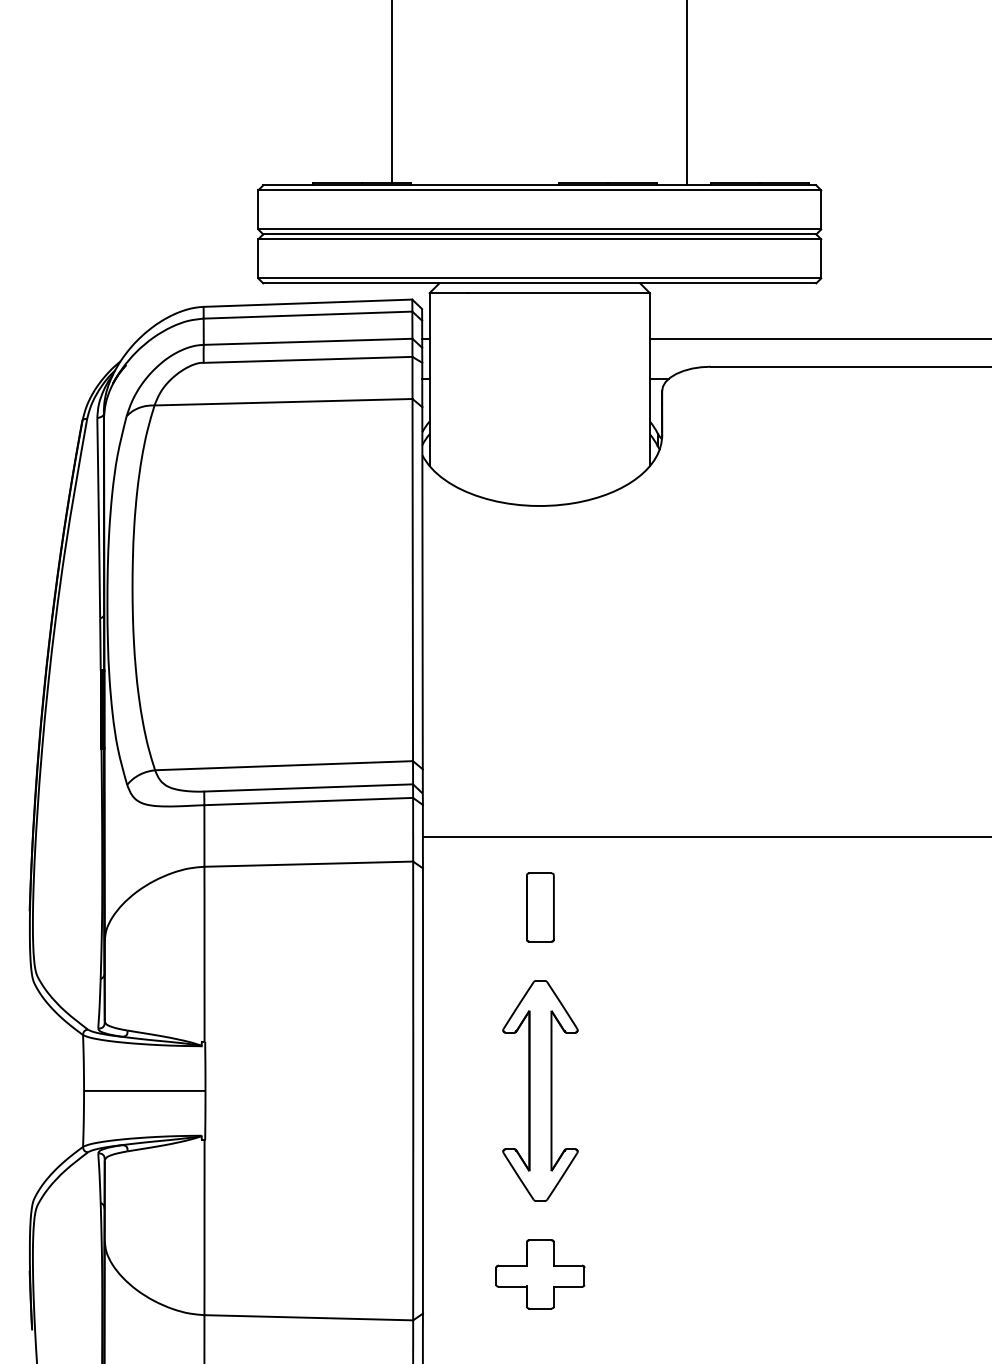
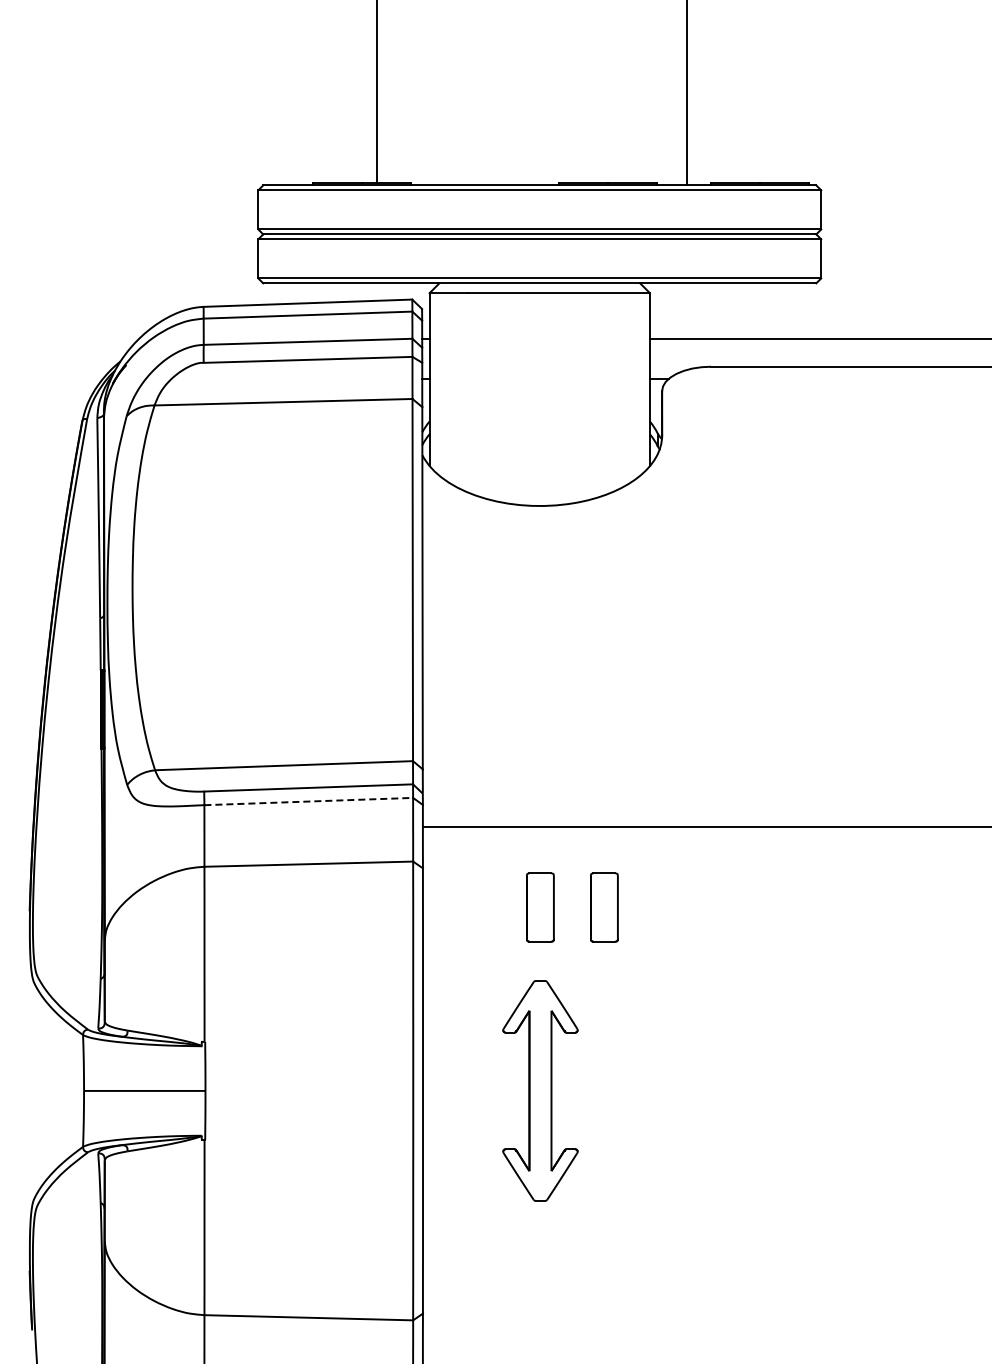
line at (392, 92) position: (392, 92) -> (377, 92)
line at (309, 801): solid -> dashed
line at (705, 836) position: (705, 836) -> (705, 826)
part at (604, 907): none -> present
part at (540, 1274): present -> none
